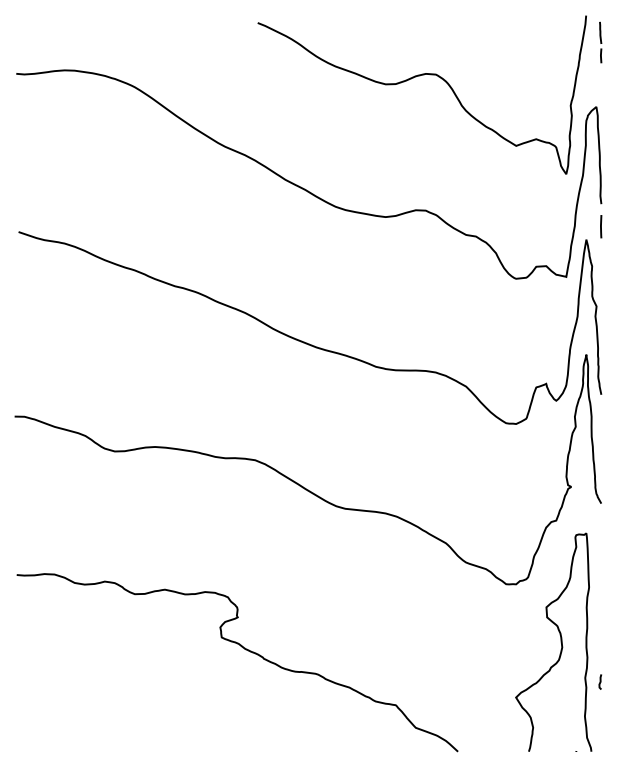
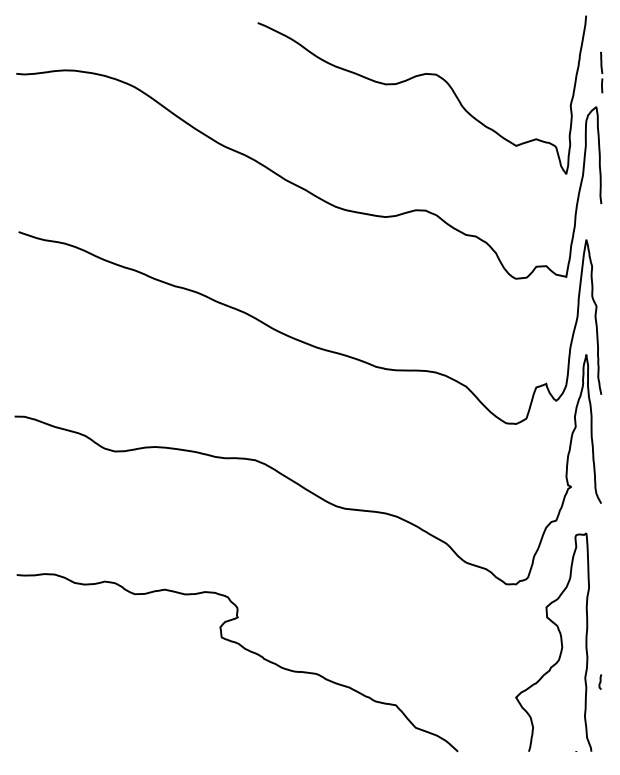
line at (600, 42) position: (600, 42) -> (601, 72)
line at (601, 226): present -> none
